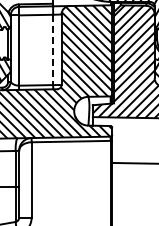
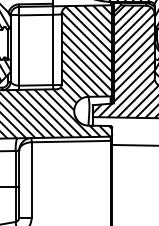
line at (53, 50): dashed -> solid
line at (133, 162) position: (133, 162) -> (133, 144)
